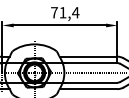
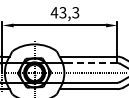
text at (64, 12): 71,4 -> 43,3
line at (89, 63): solid -> dashed
